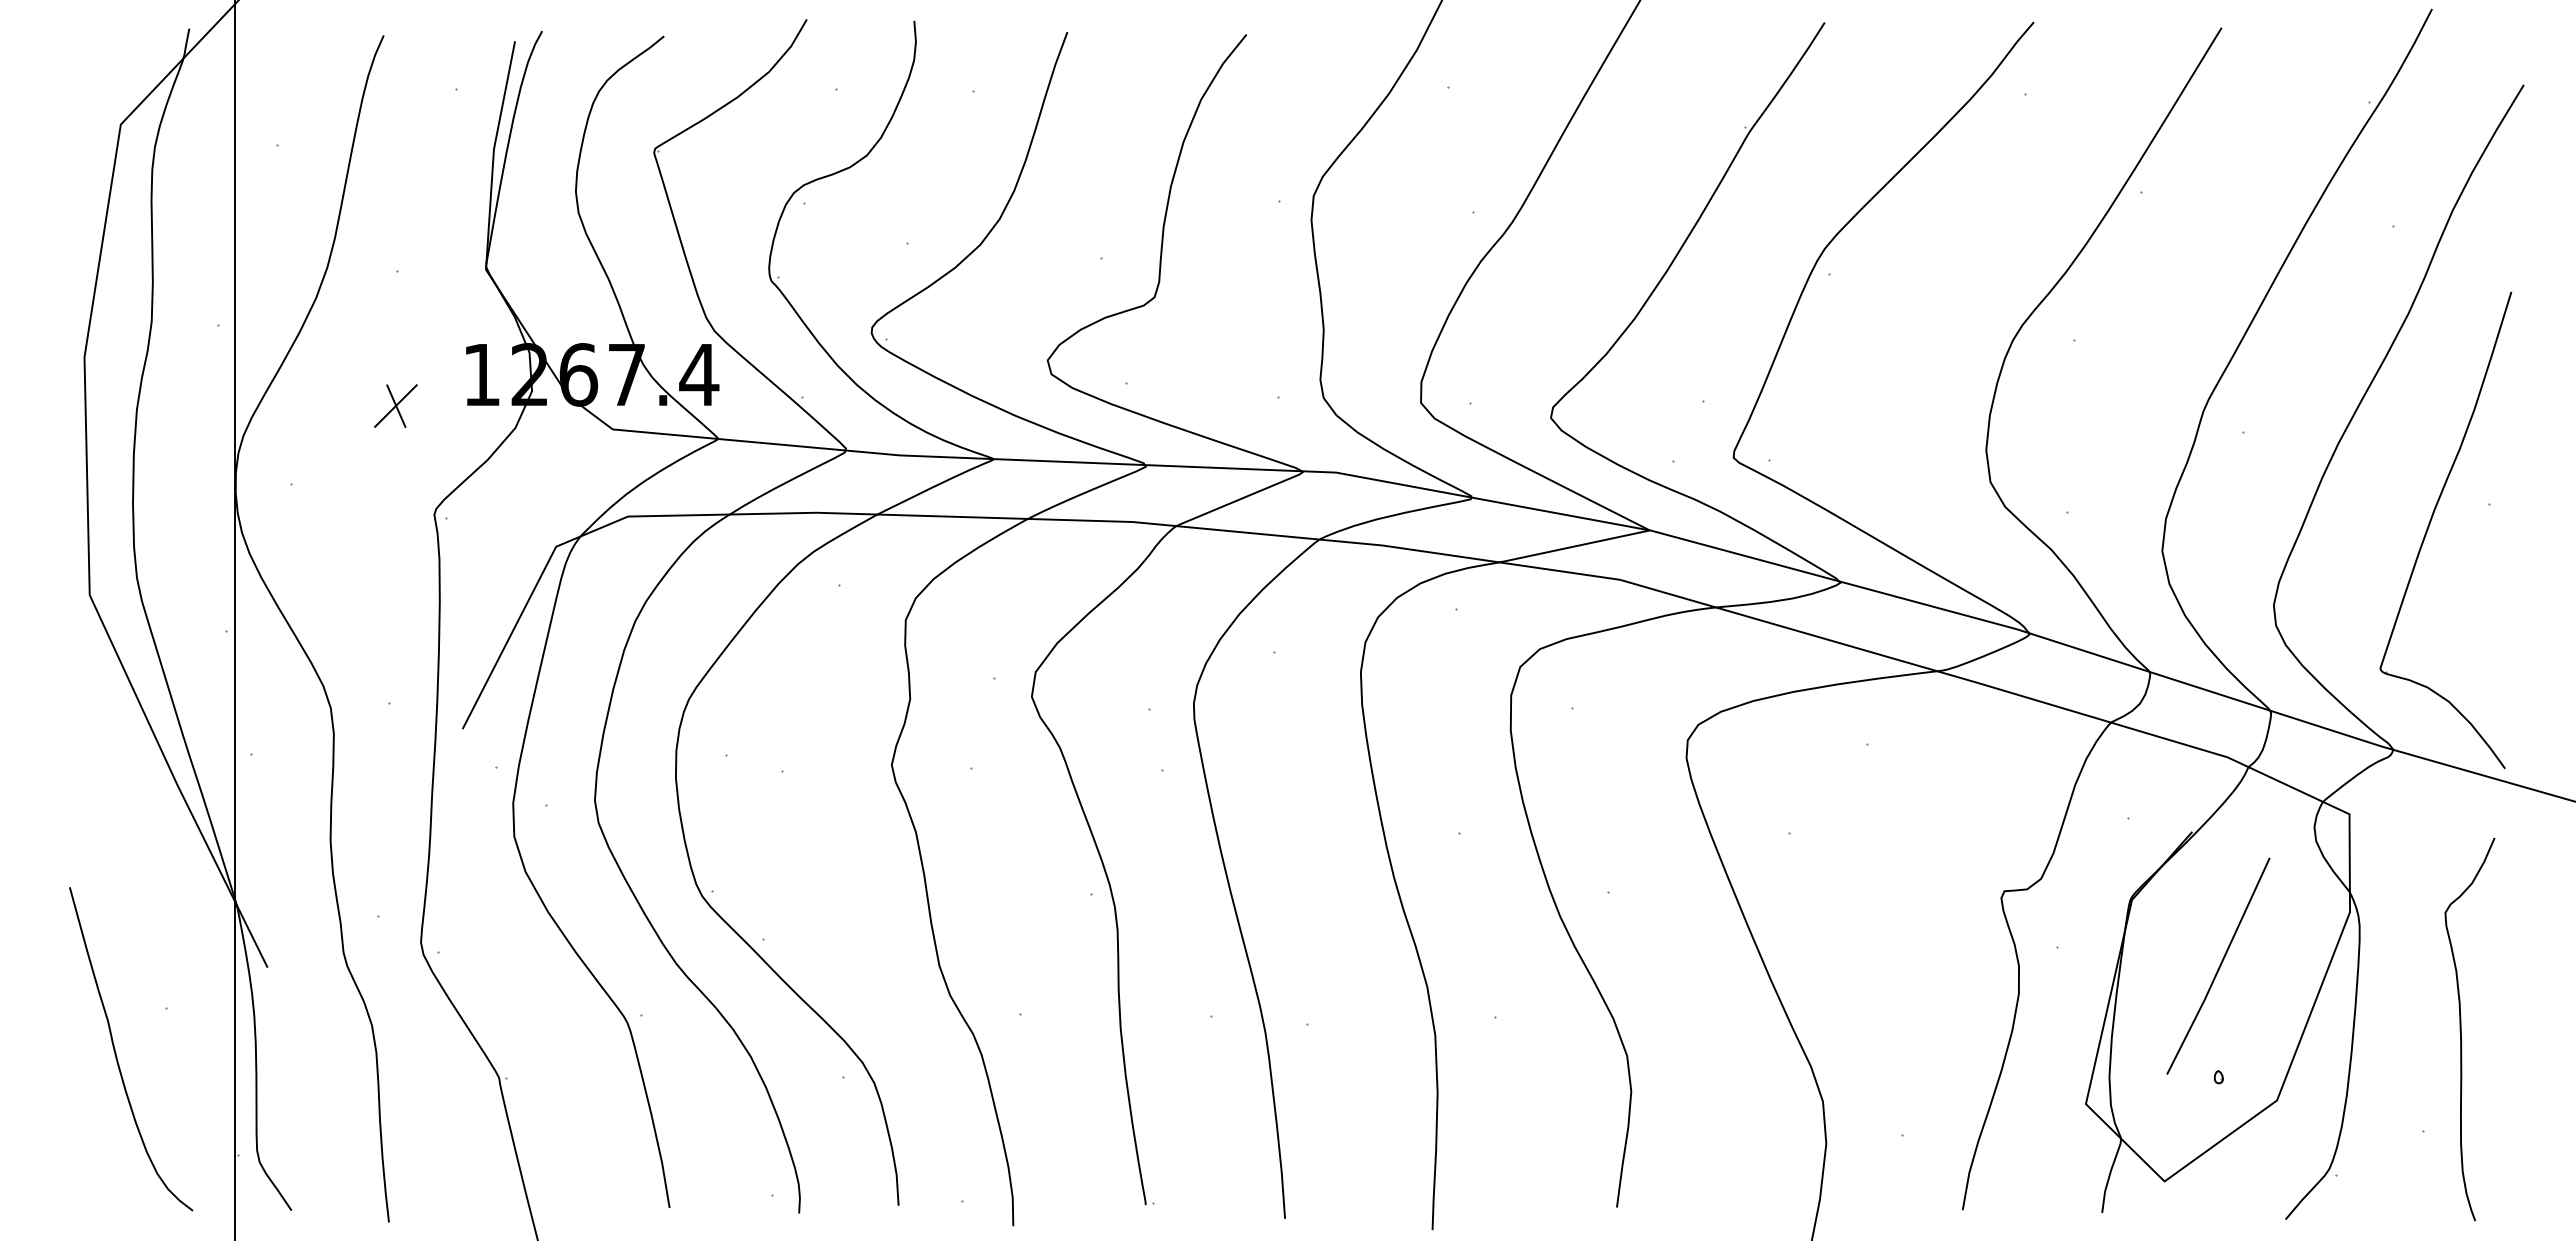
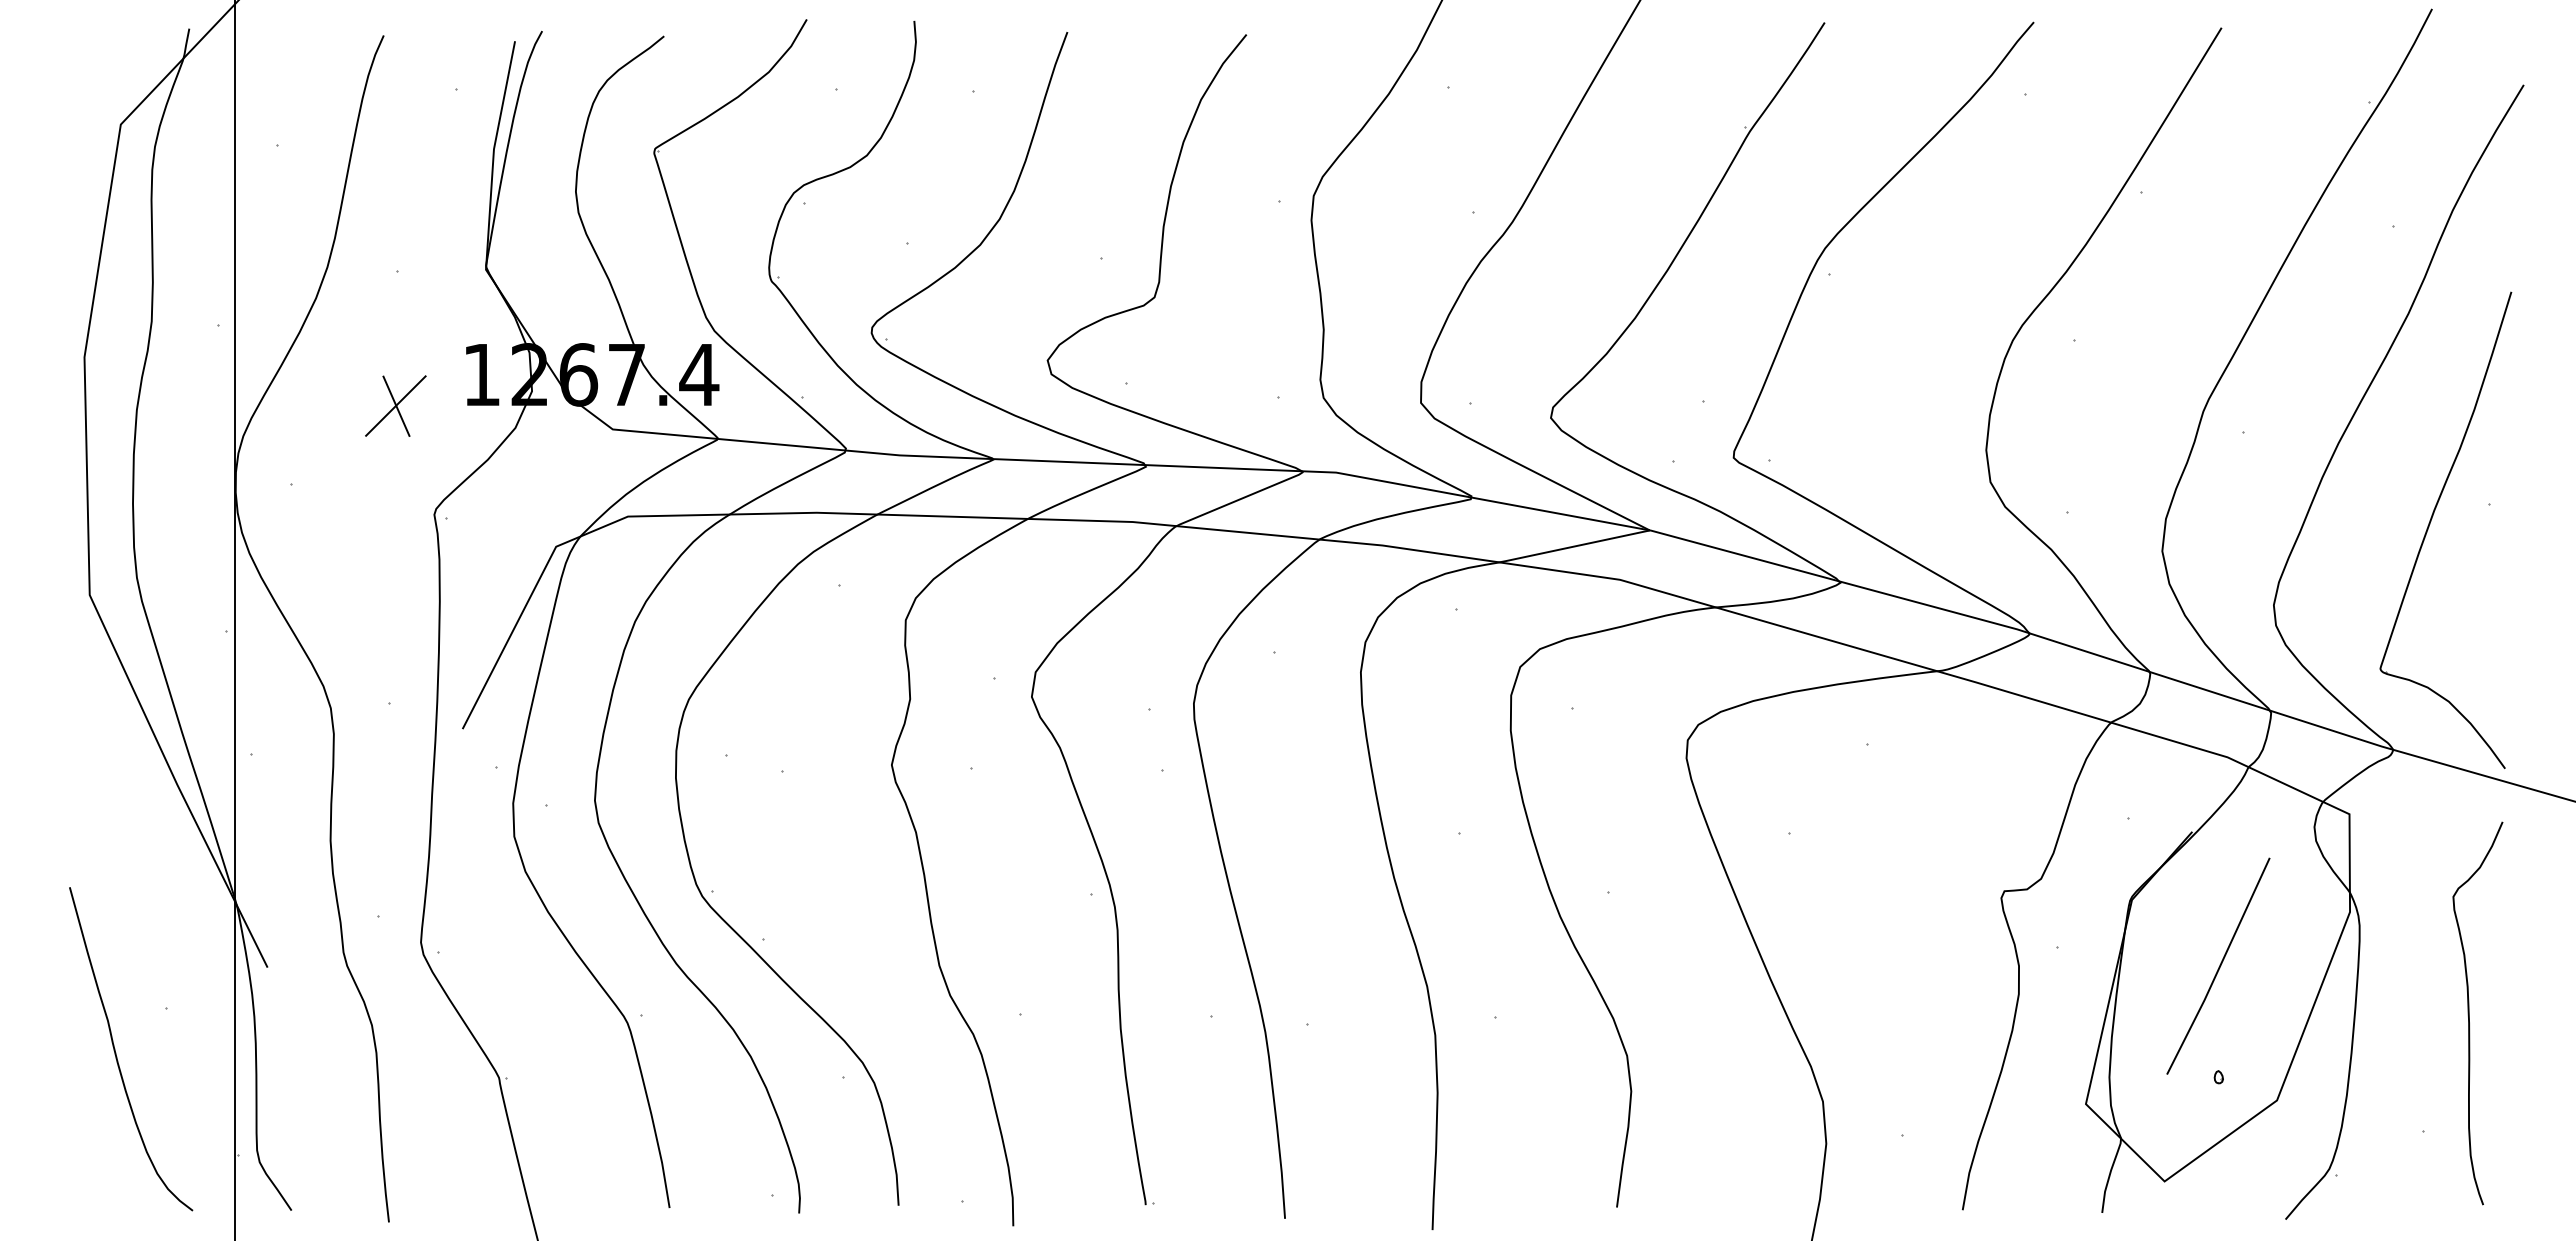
part at (395, 405) size: 44x44 px -> 62x62 px
curve at (2461, 1029) position: (2461, 1029) -> (2469, 1013)
